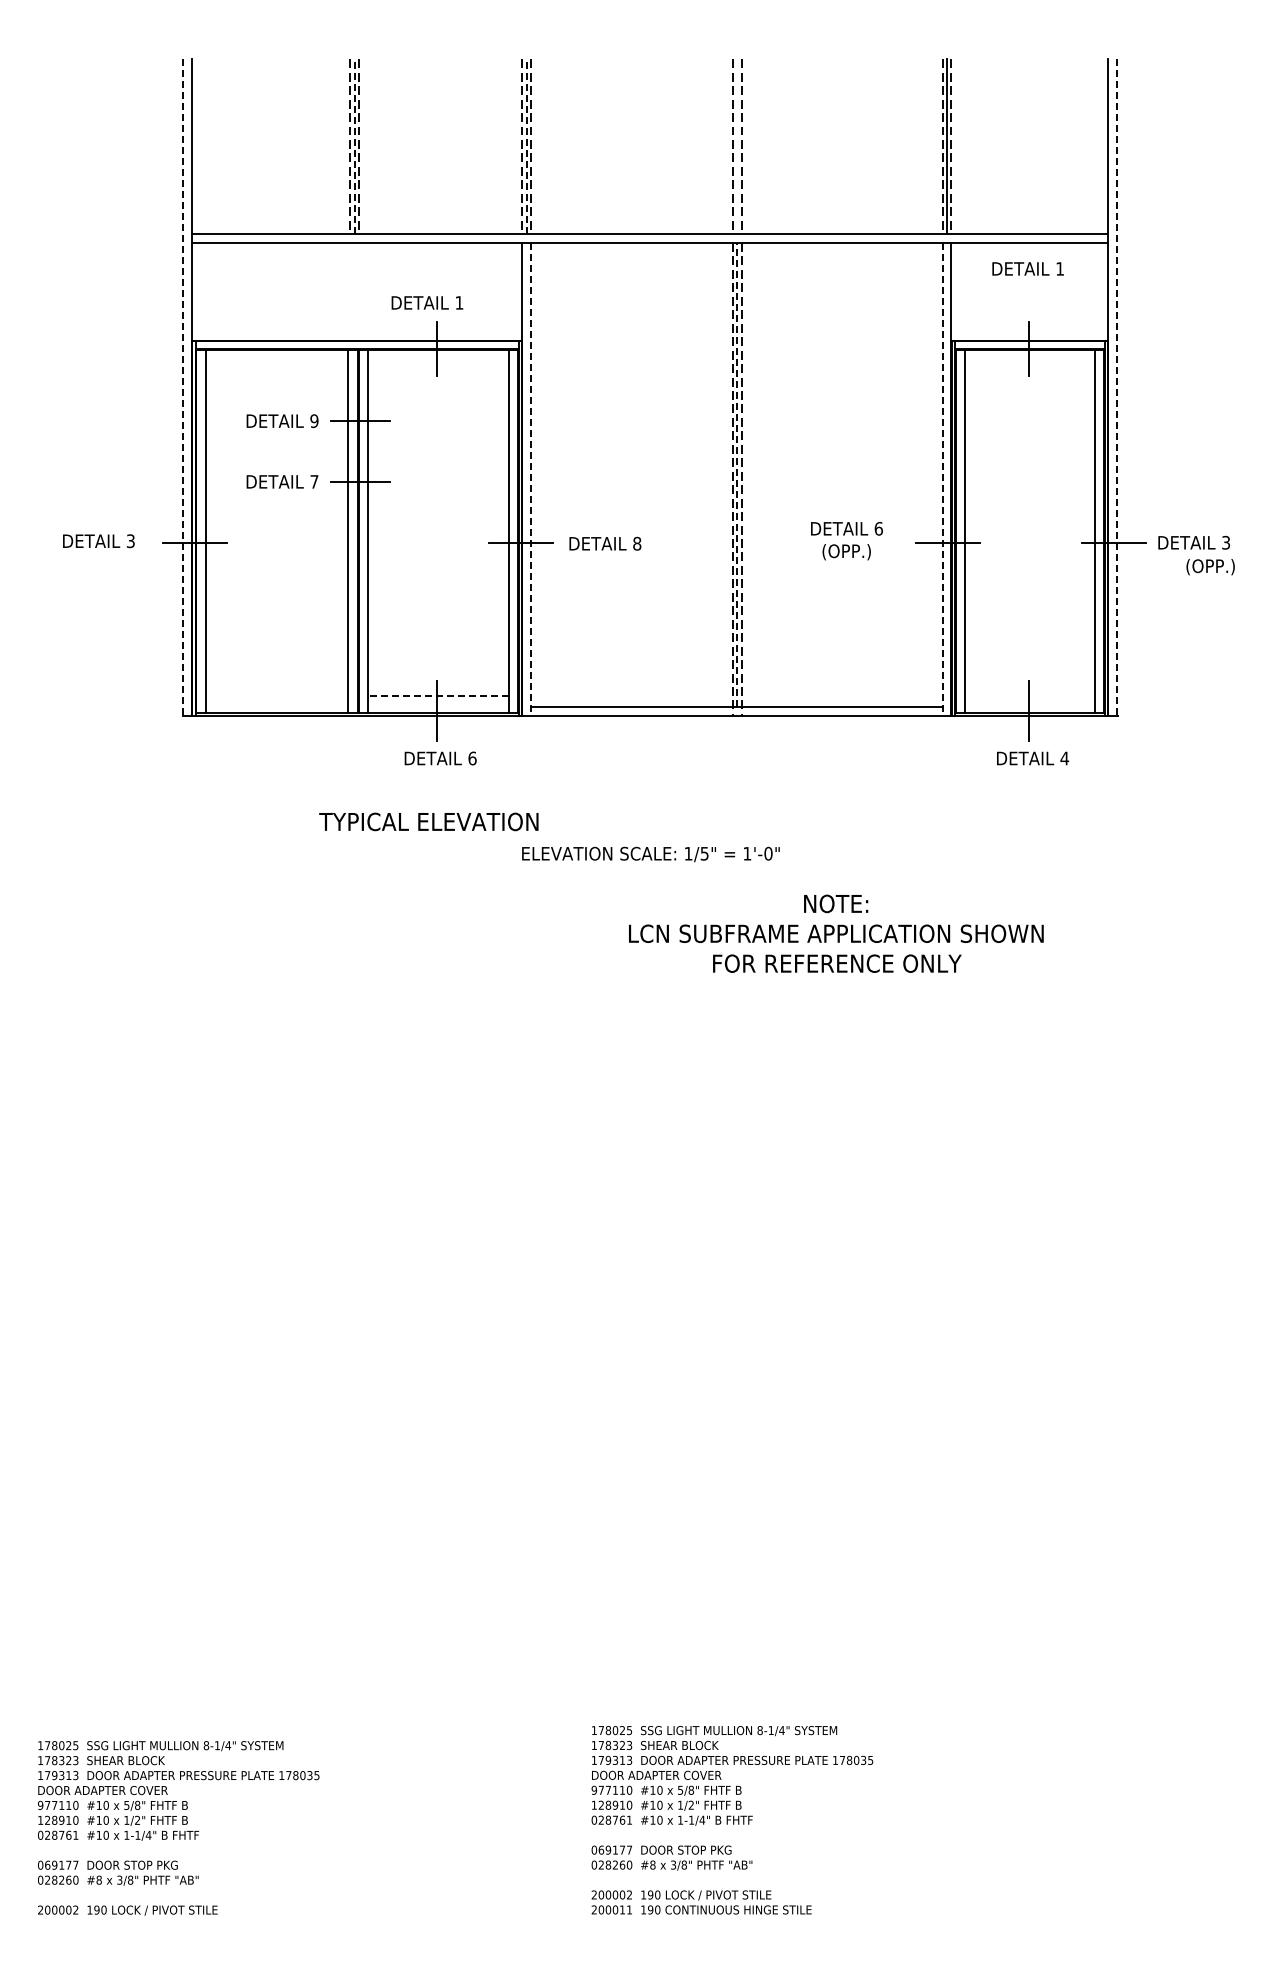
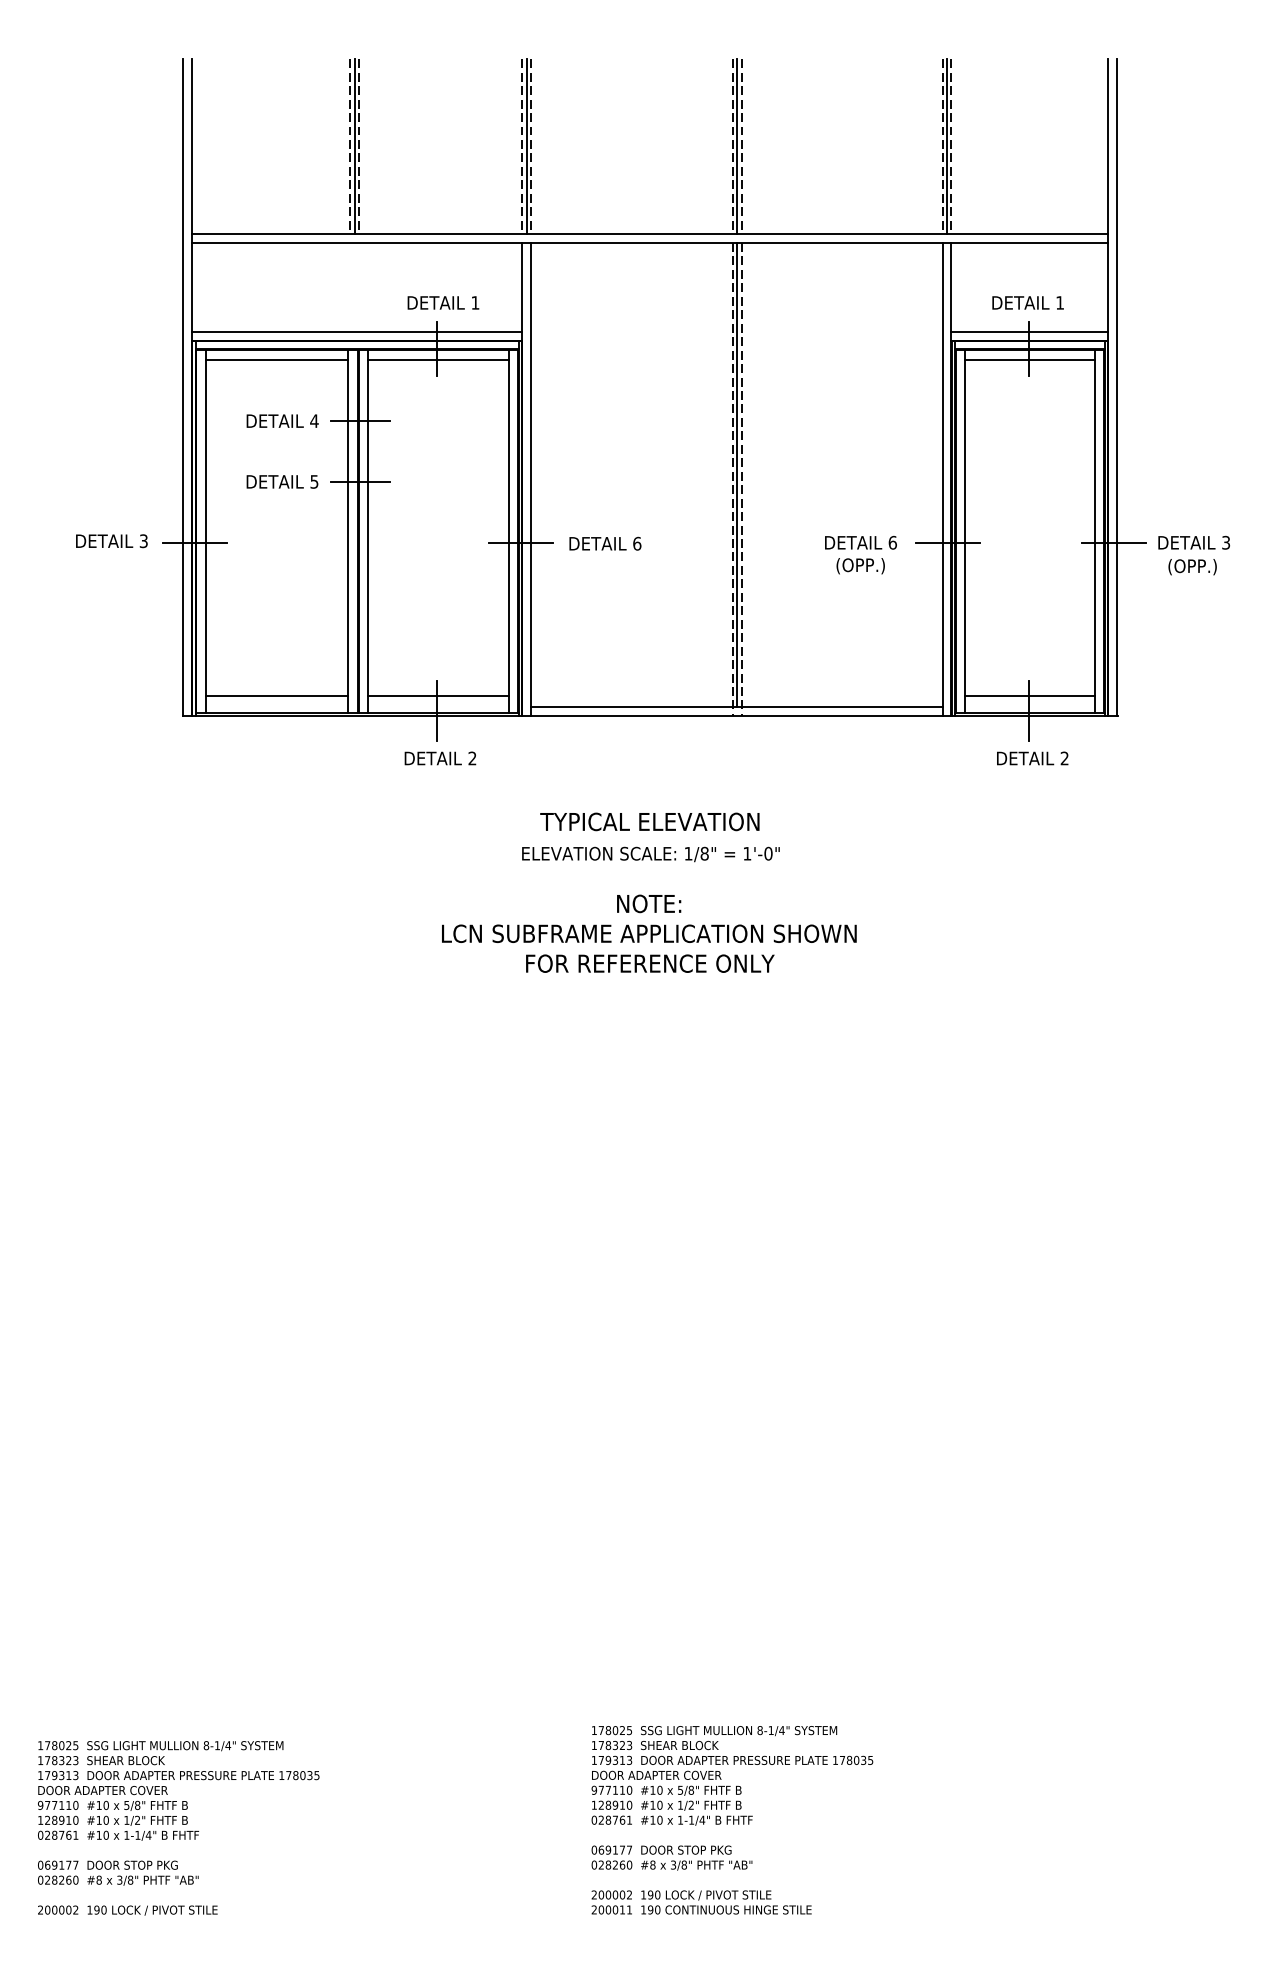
line at (354, 146): dashed -> solid
line at (526, 146): dashed -> solid
line at (737, 146): none -> present
text at (1027, 268) position: (1027, 268) -> (1027, 302)
text at (427, 302) position: (427, 302) -> (443, 302)
line at (356, 331): none -> present
line at (1029, 331): none -> present
line at (276, 359): none -> present
line at (438, 359): none -> present
line at (1029, 359): none -> present
line at (182, 388): dashed -> solid
line at (1117, 388): dashed -> solid
text at (314, 421): 9 -> 4
line at (737, 474): dashed -> solid
line at (531, 479): dashed -> solid
line at (942, 479): dashed -> solid
text at (314, 481): 7 -> 5
text at (98, 541) position: (98, 541) -> (111, 541)
text at (846, 541) position: (846, 541) -> (860, 555)
text at (637, 543): 8 -> 6
text at (1210, 567) position: (1210, 567) -> (1192, 567)
line at (276, 695): none -> present
line at (437, 695): dashed -> solid
line at (1029, 695): none -> present
text at (472, 758): 6 -> 2
text at (1064, 758): 4 -> 2
text at (428, 821) position: (428, 821) -> (649, 821)
text at (704, 853): 1/5" -> 1/8"
text at (836, 933) position: (836, 933) -> (649, 933)
